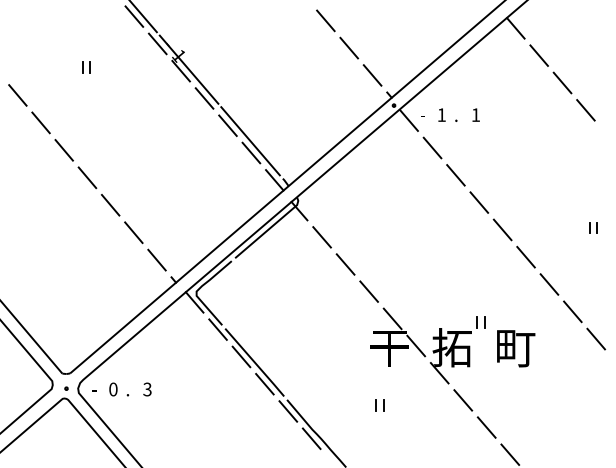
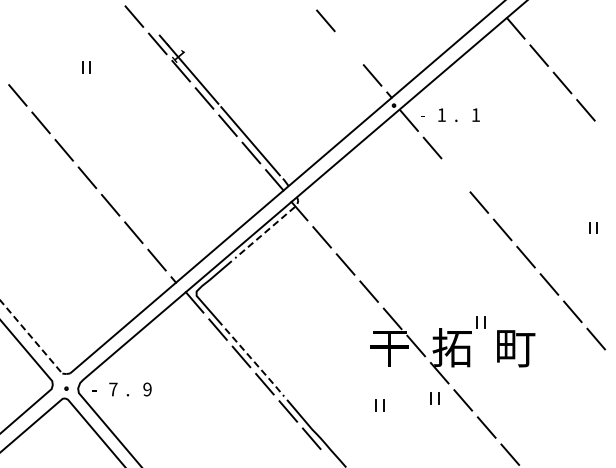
line at (143, 17): present -> none
line at (349, 47): present -> none
line at (455, 175): present -> none
line at (269, 228): solid -> dashed
line at (31, 337): solid -> dashed
line at (255, 362): solid -> dashed
text at (113, 389): 0 -> 7
text at (147, 389): 3 -> 9
part at (434, 398): none -> present
